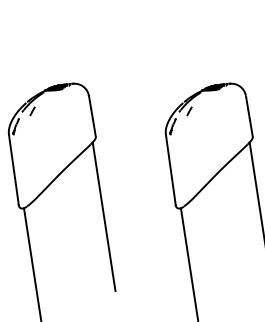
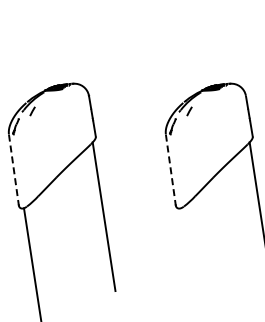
line at (13, 169): solid -> dashed
line at (170, 169): solid -> dashed
line at (188, 263): present -> none
